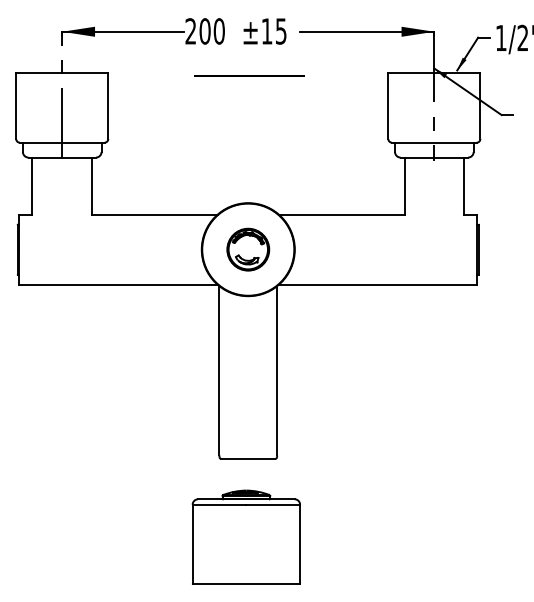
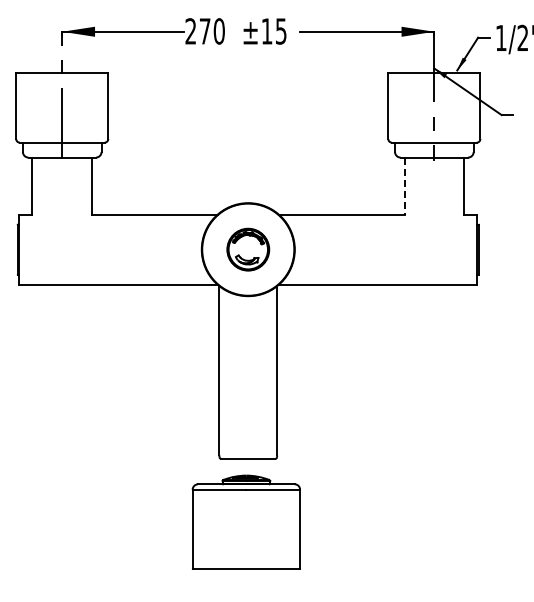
text at (204, 31): 200 -> 270
line at (249, 75): present -> none
line at (404, 186): solid -> dashed
part at (245, 536) position: (245, 536) -> (245, 521)
